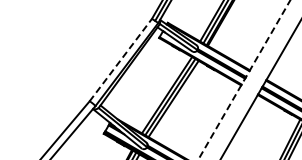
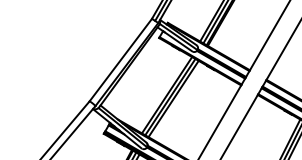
line at (120, 60): dashed -> solid
line at (244, 79): dashed -> solid
